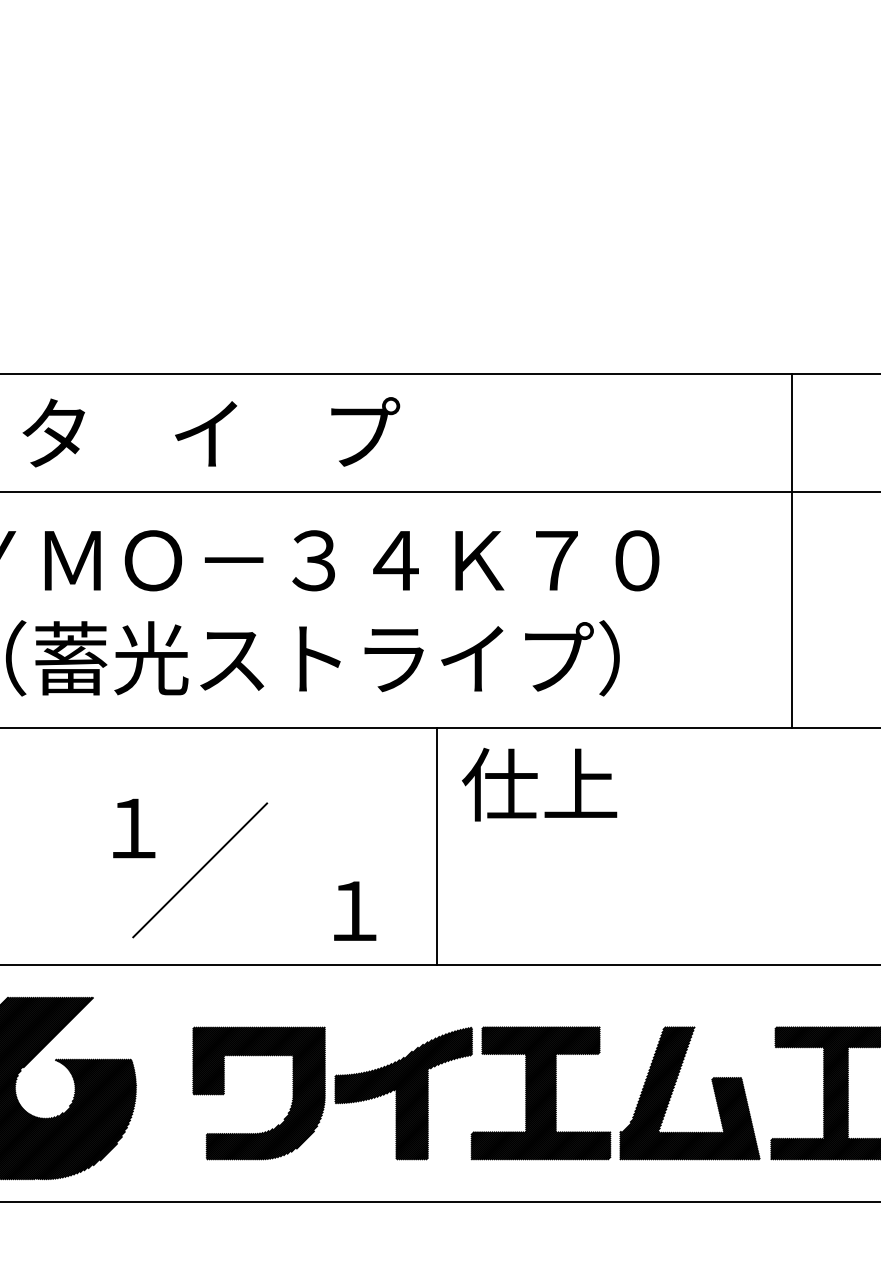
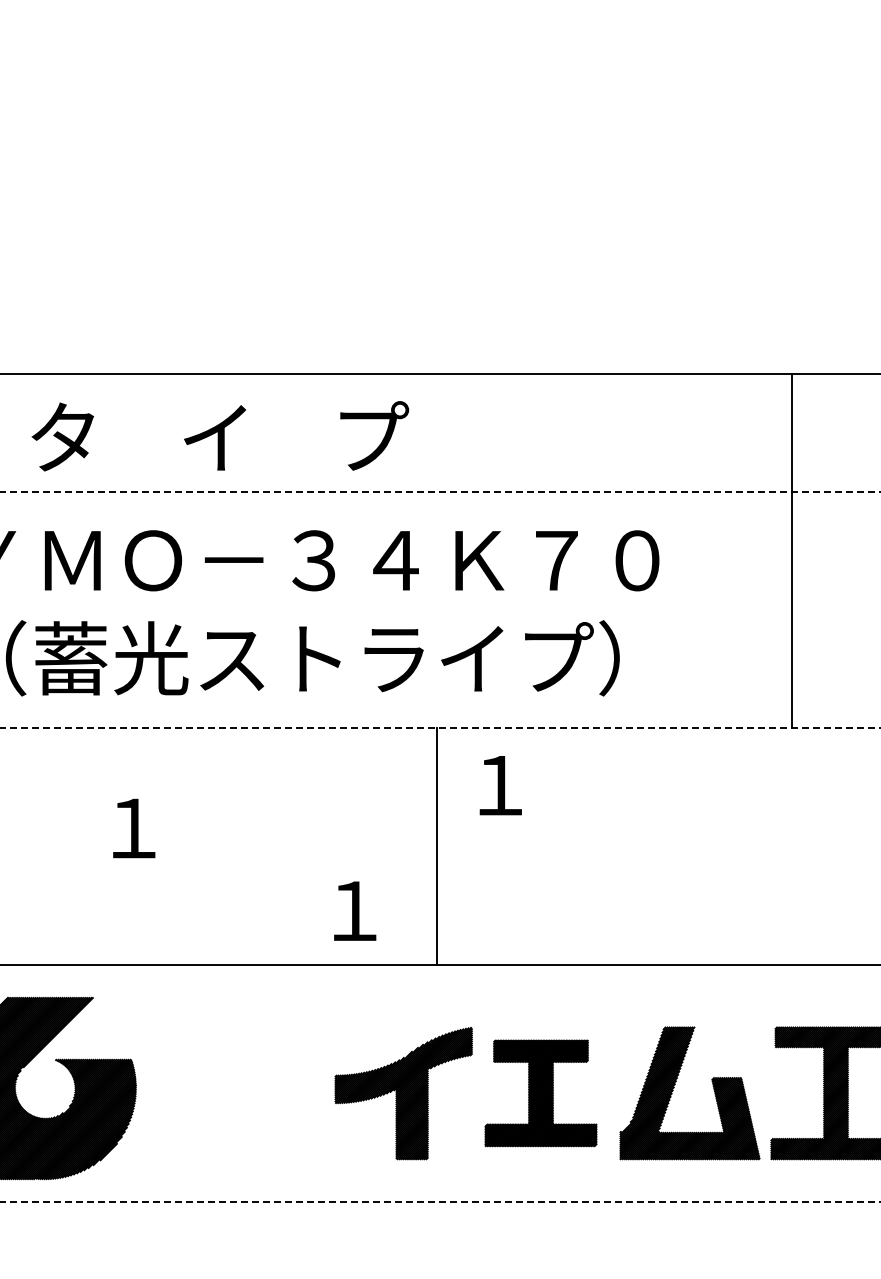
text at (211, 432) position: (211, 432) -> (220, 436)
line at (440, 491): solid -> dashed
line at (440, 728): solid -> dashed
text at (539, 784): 仕上 -> １
line at (200, 870): present -> none
part at (224, 1093): present -> none
part at (540, 1093) size: 142x135 px -> 114x109 px
line at (440, 1201): solid -> dashed
